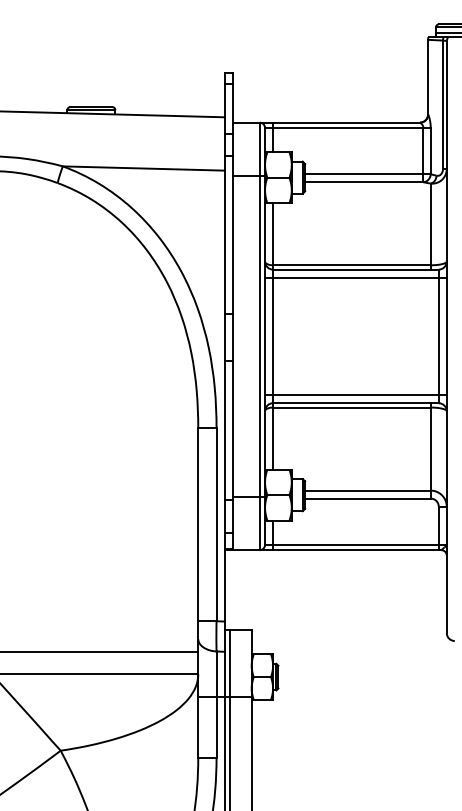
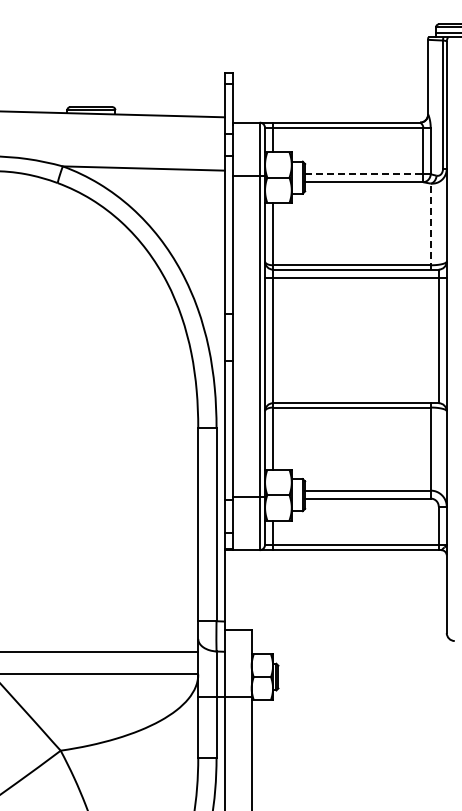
line at (364, 174): solid -> dashed
line at (430, 226): solid -> dashed
line at (355, 395): present -> none
line at (230, 718): present -> none
